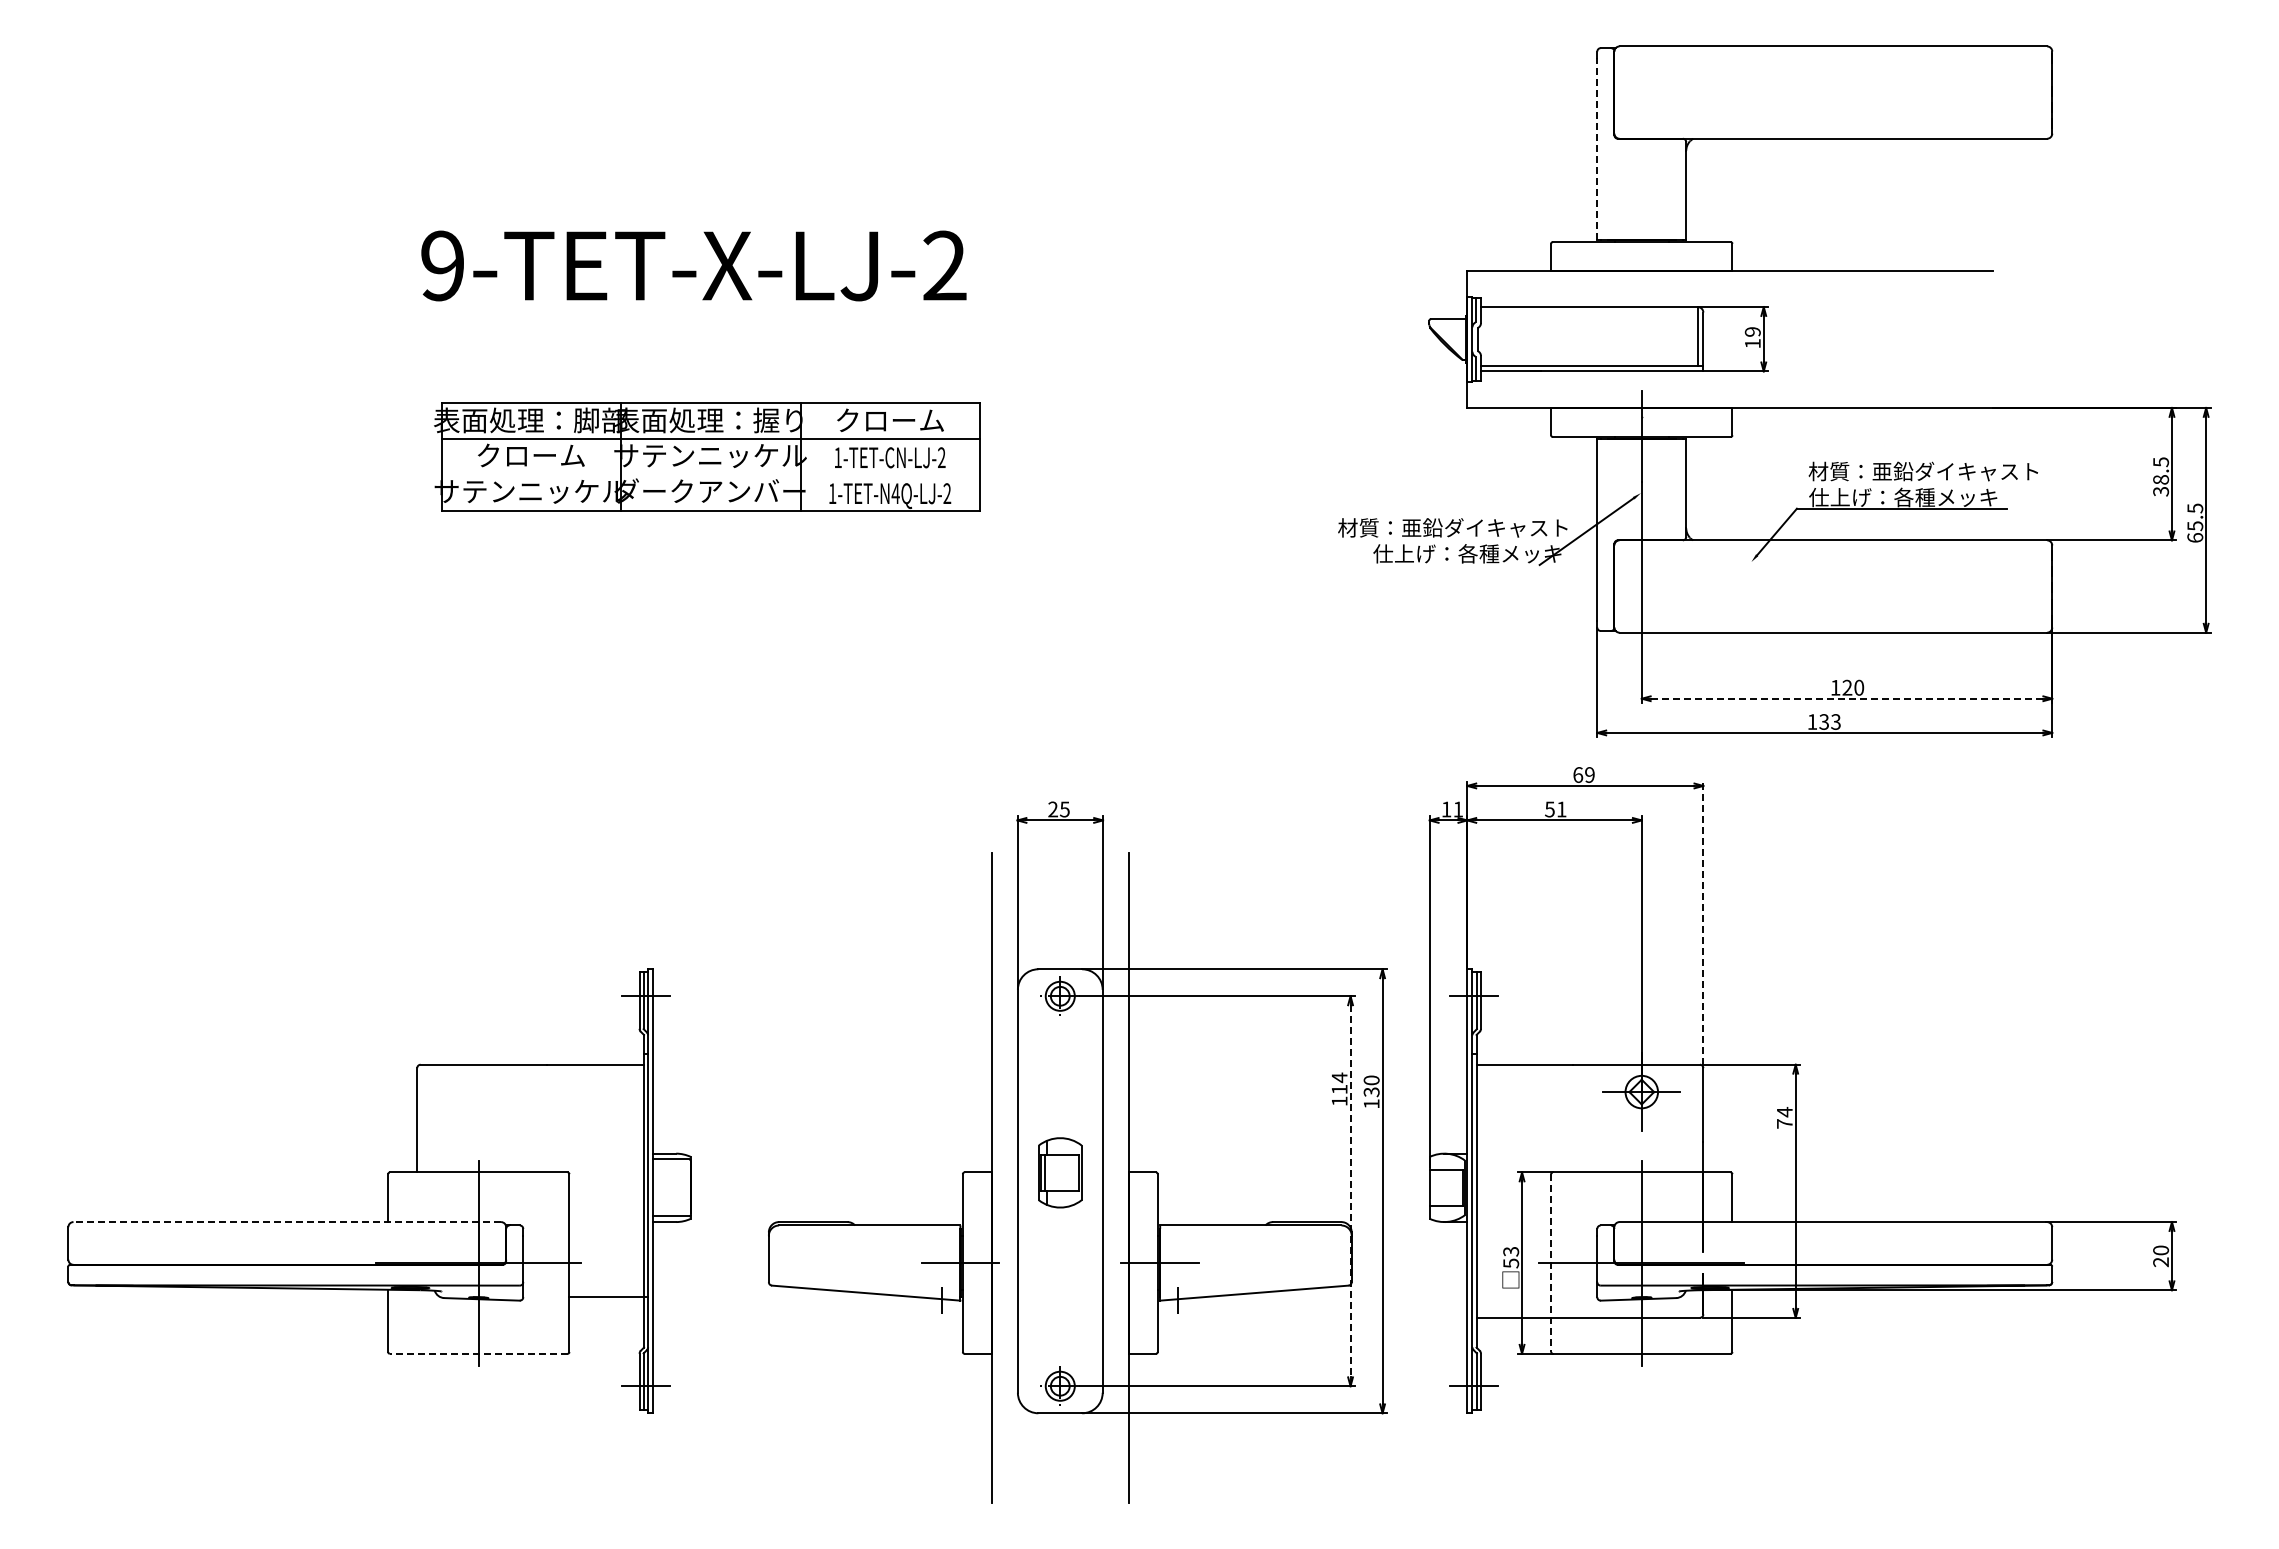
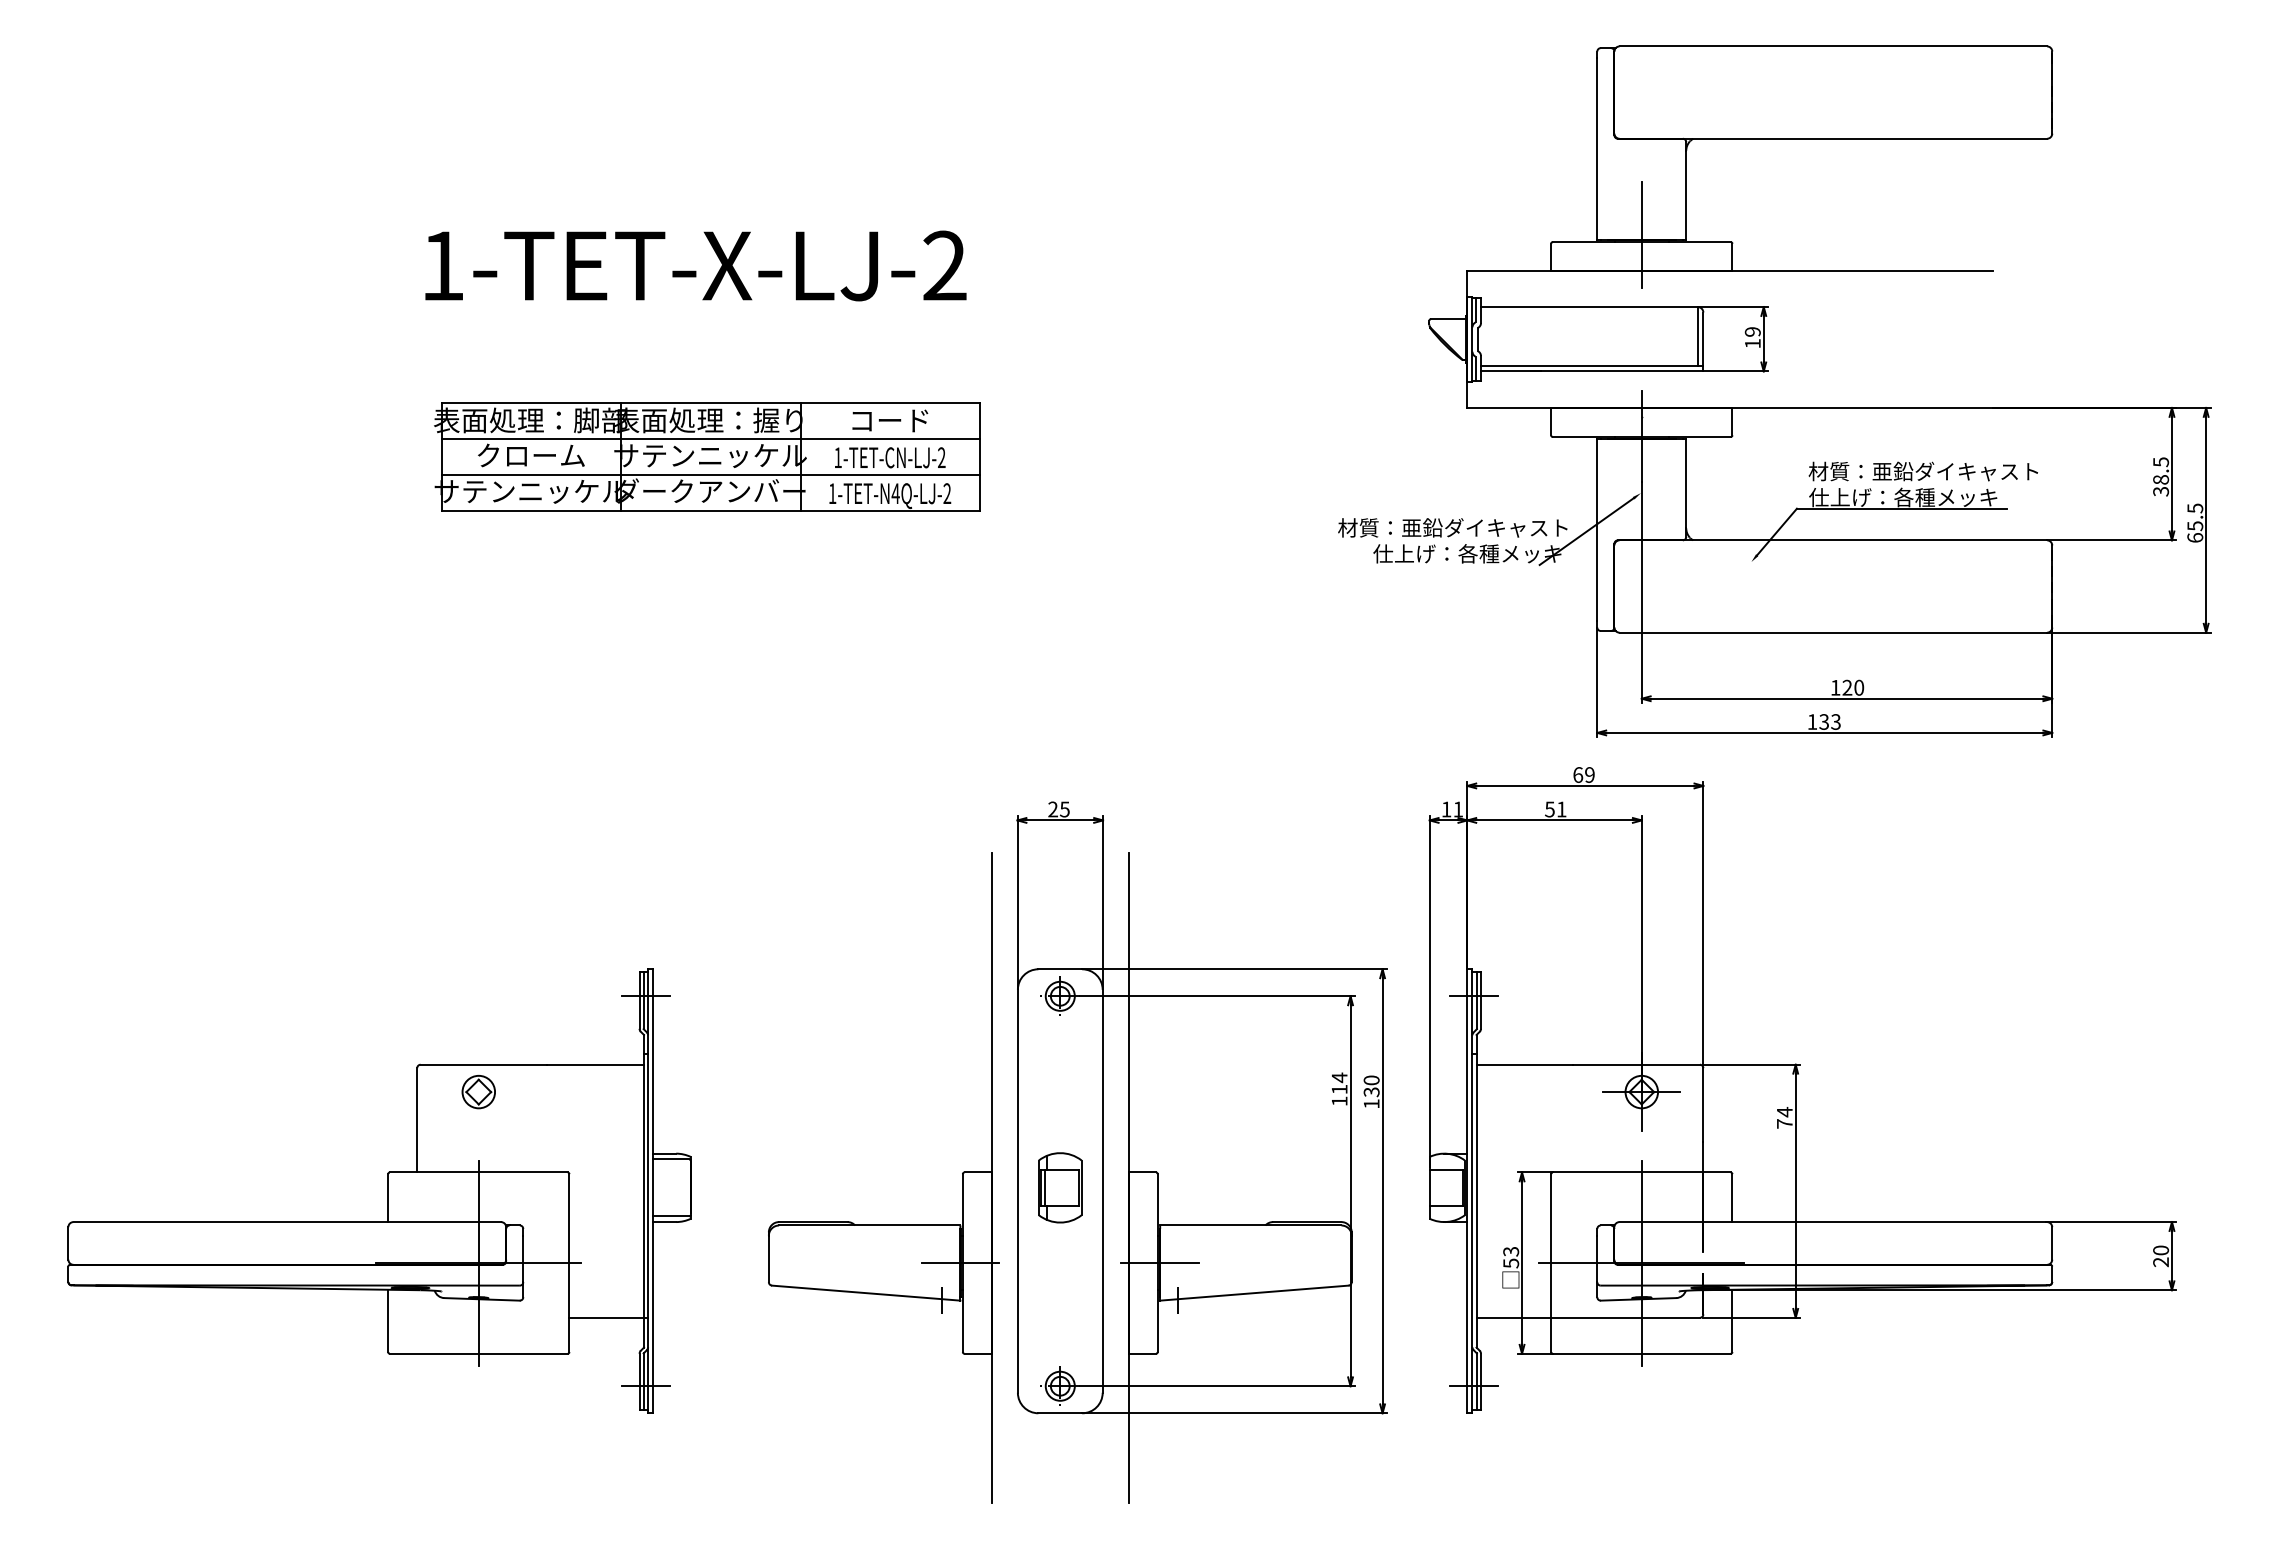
line at (1597, 149): dashed -> solid
line at (1641, 235): none -> present
text at (442, 265): 9-TET-X-LJ-2 -> 1-TET-X-LJ-2
text at (890, 420): クローム -> コード
line at (710, 474): none -> present
line at (1847, 698): dashed -> solid
line at (1703, 923): dashed -> solid
part at (478, 1092): none -> present
part at (1060, 1172) position: (1060, 1172) -> (1060, 1187)
line at (1350, 1191): dashed -> solid
line at (287, 1222): dashed -> solid
line at (1551, 1263): dashed -> solid
line at (608, 1296) position: (608, 1296) -> (608, 1317)
line at (478, 1353): dashed -> solid
